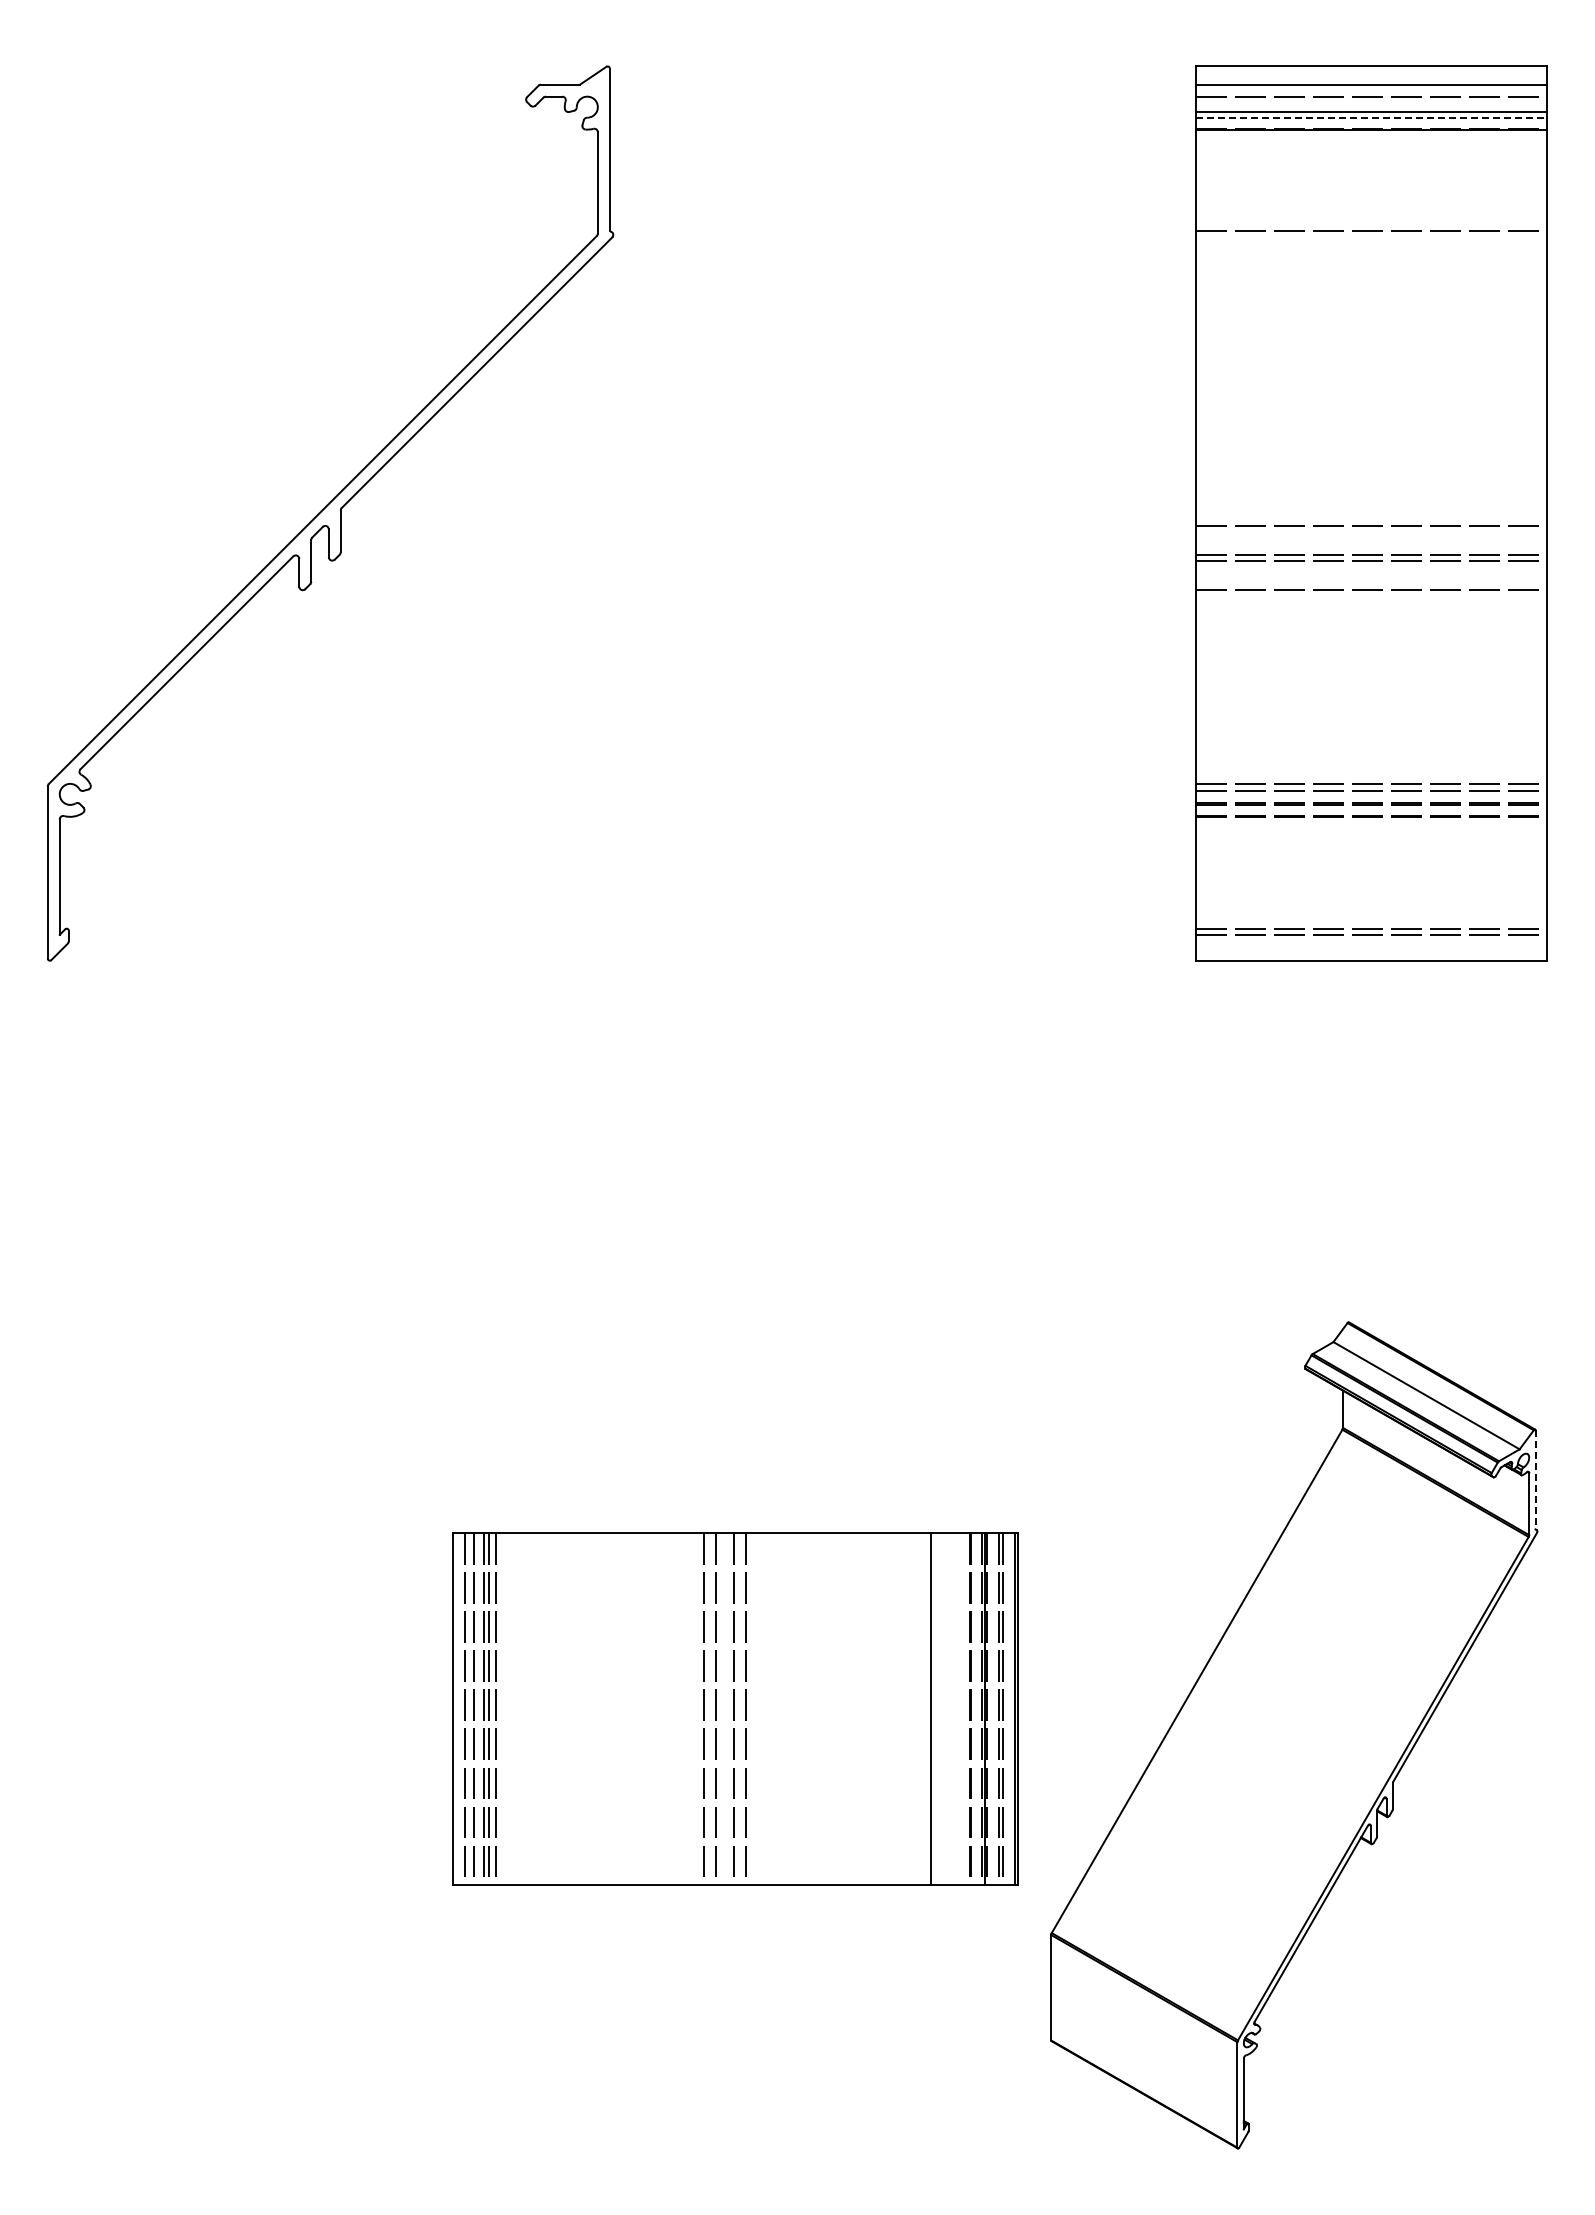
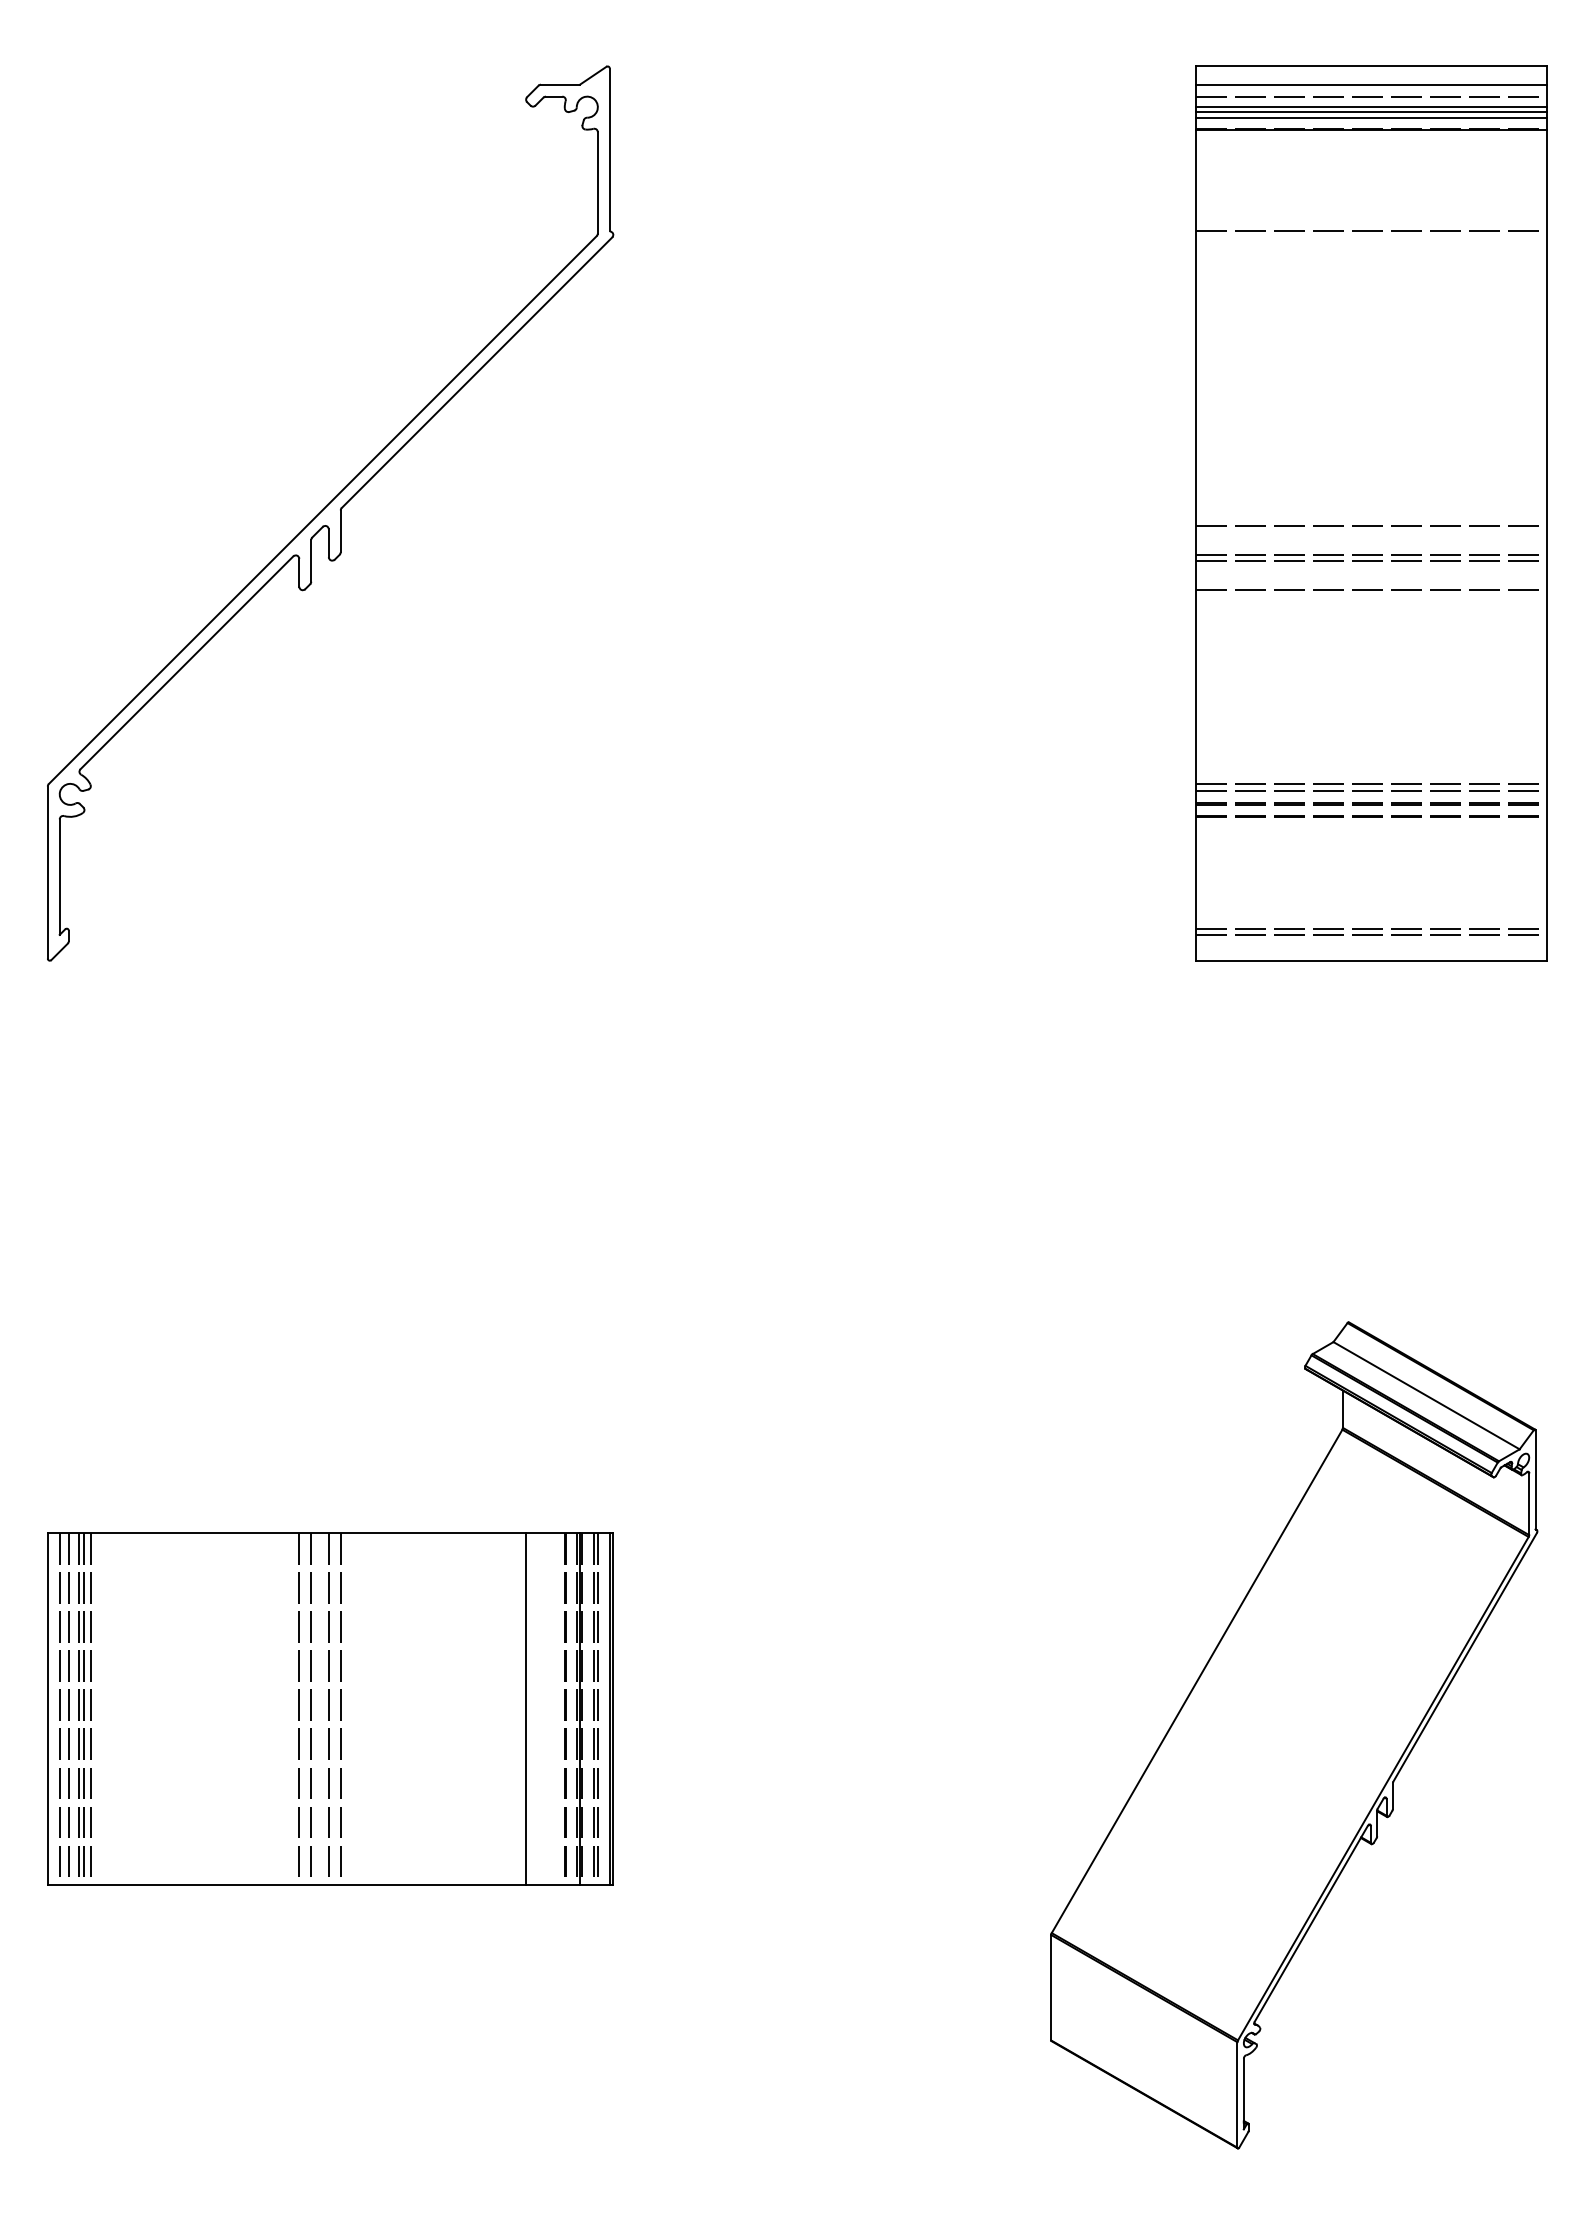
line at (1371, 106): none -> present
line at (1371, 117): dashed -> solid
line at (1535, 1480): dashed -> solid
part at (735, 1708) position: (735, 1708) -> (330, 1708)
